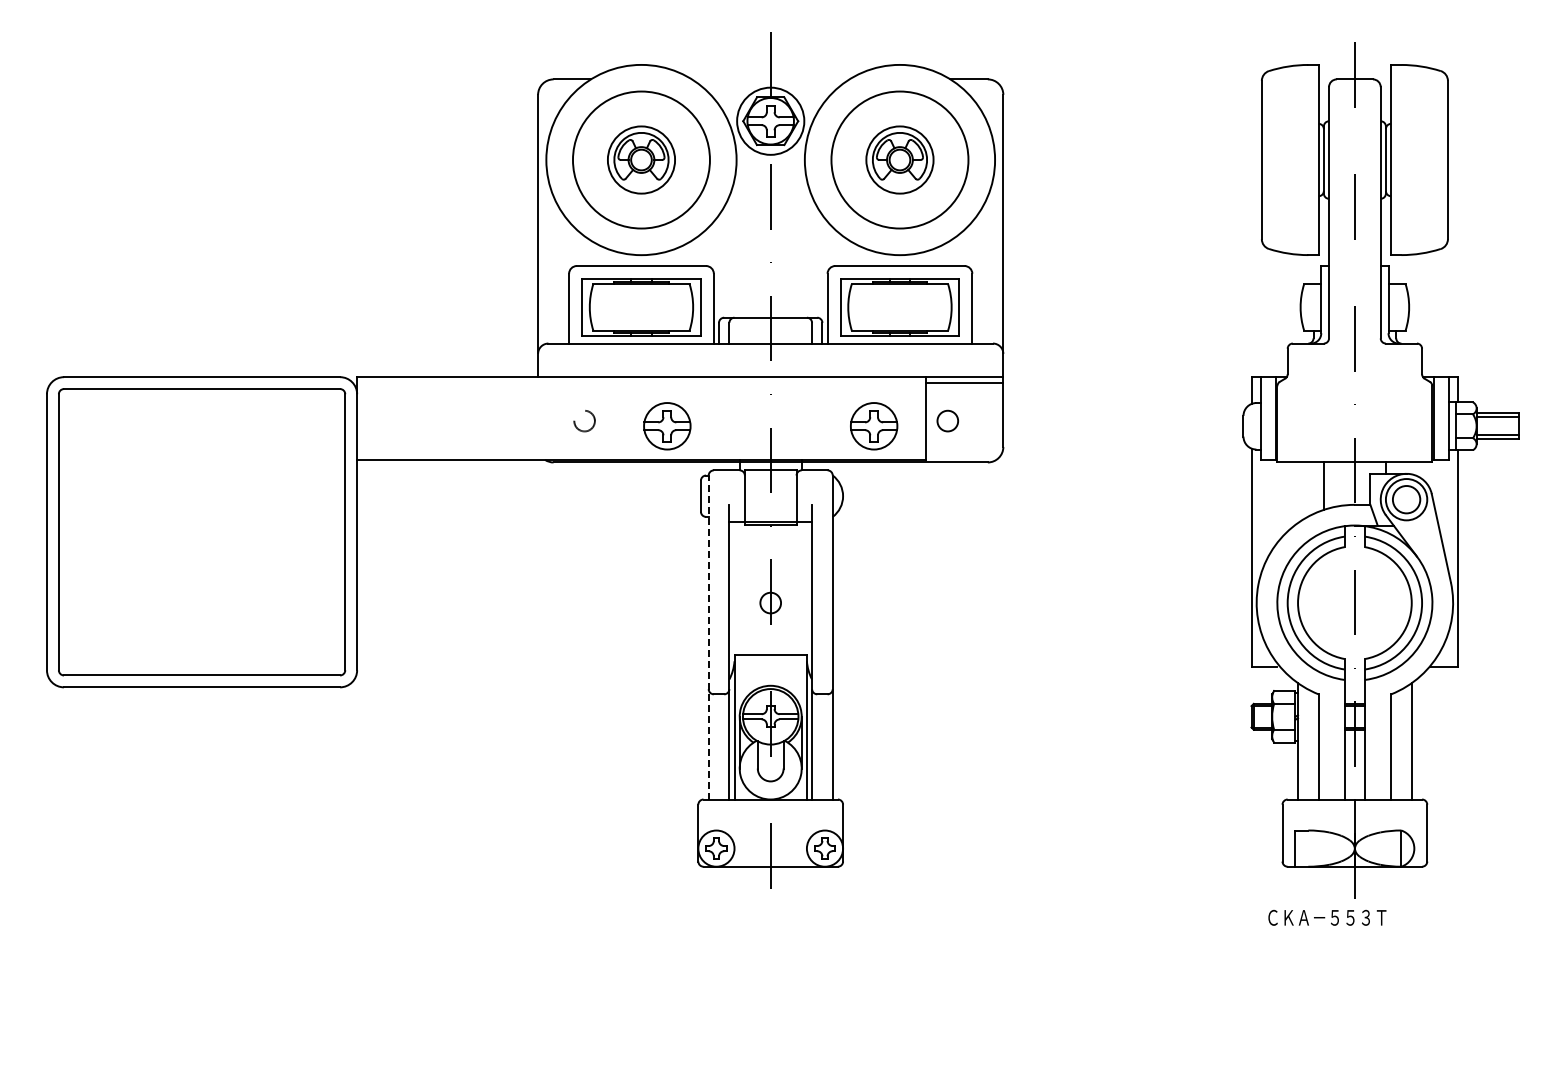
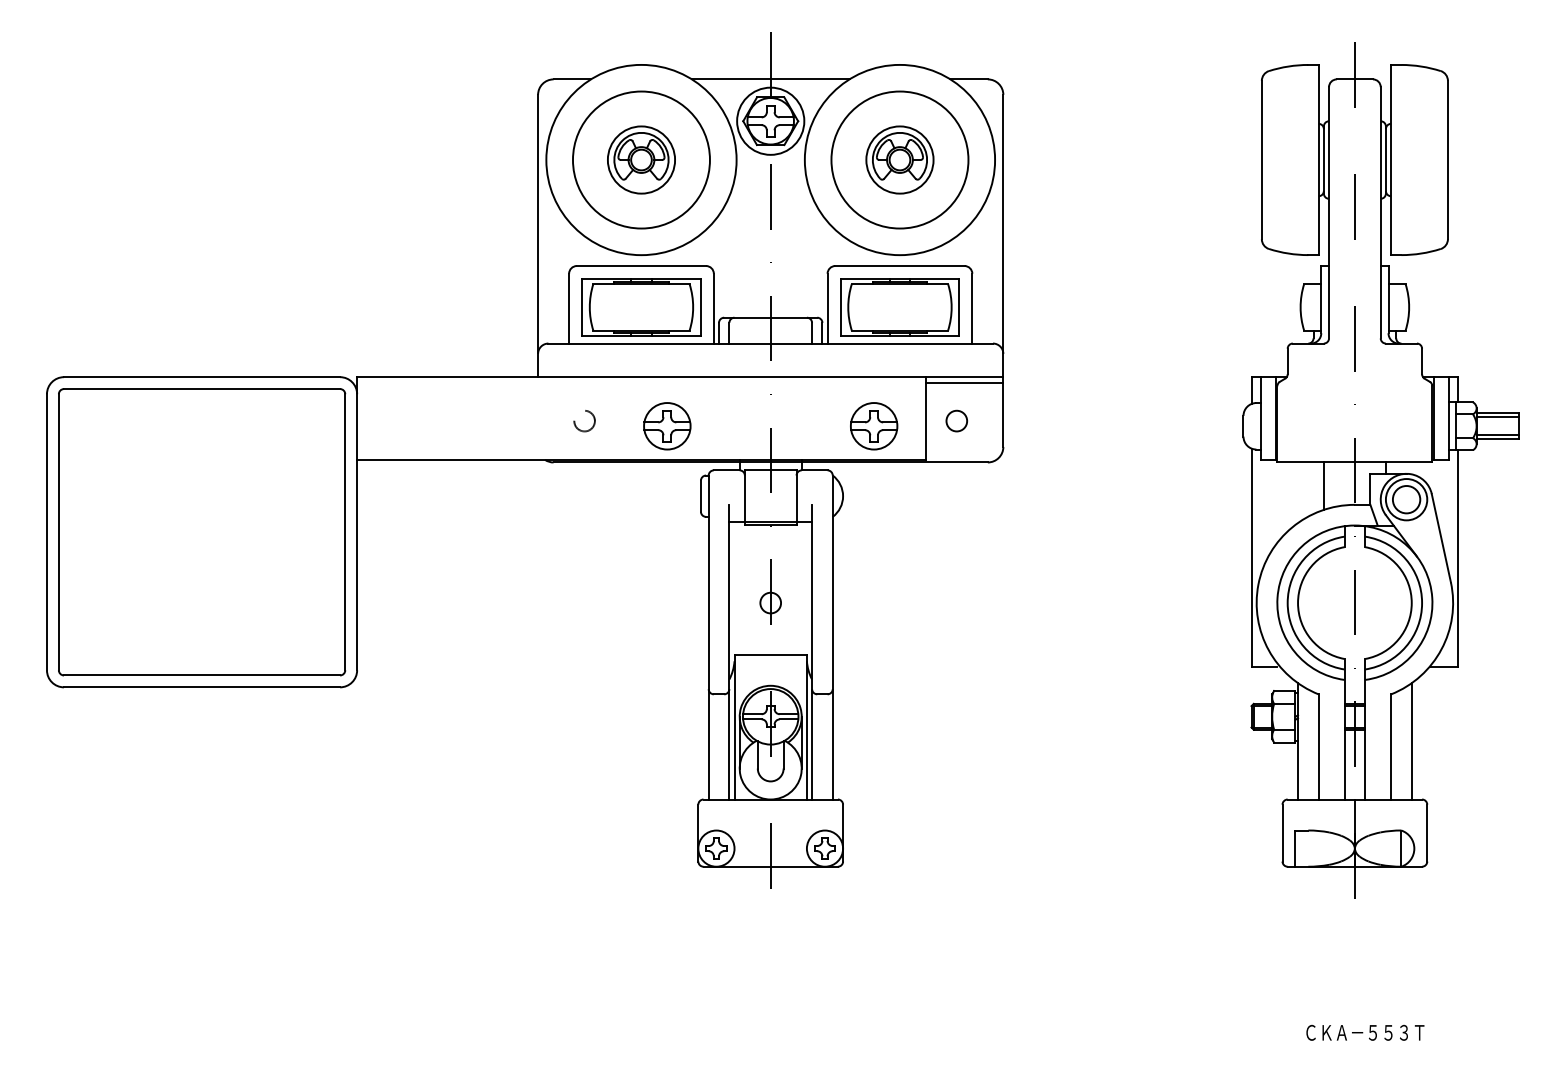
line at (770, 79): none -> present
circle at (947, 420) position: (947, 420) -> (956, 420)
line at (708, 637): dashed -> solid
text at (1327, 917) position: (1327, 917) -> (1365, 1032)
